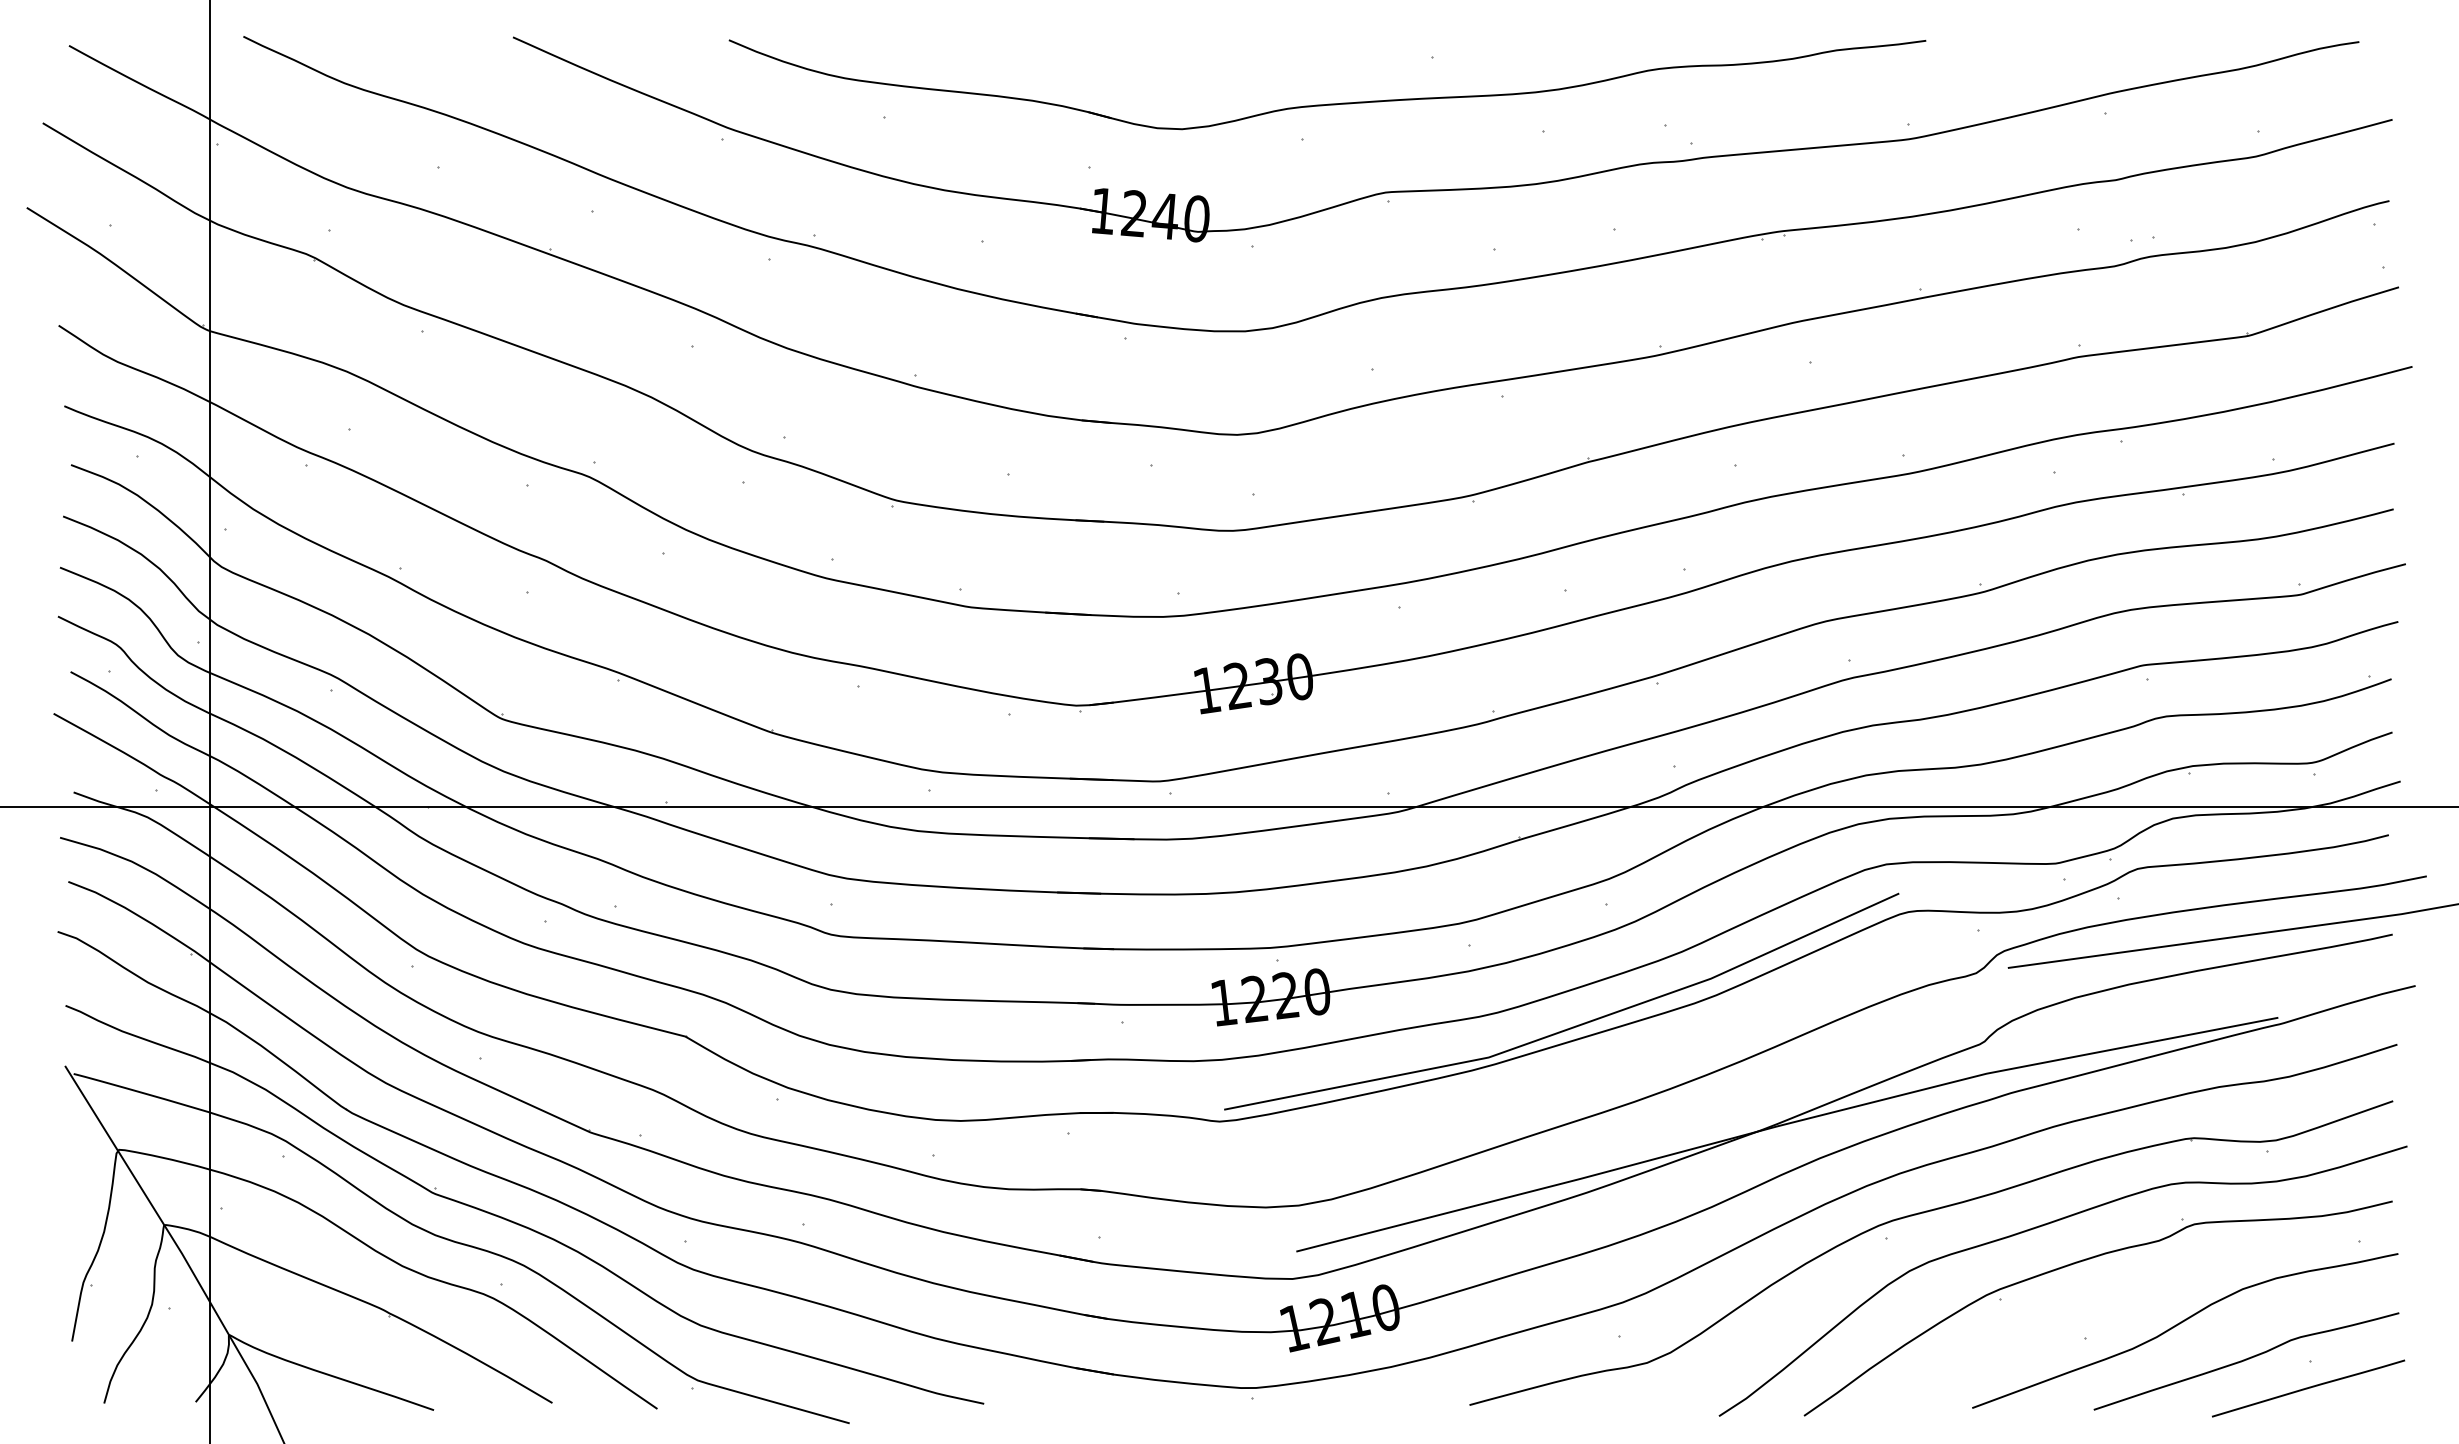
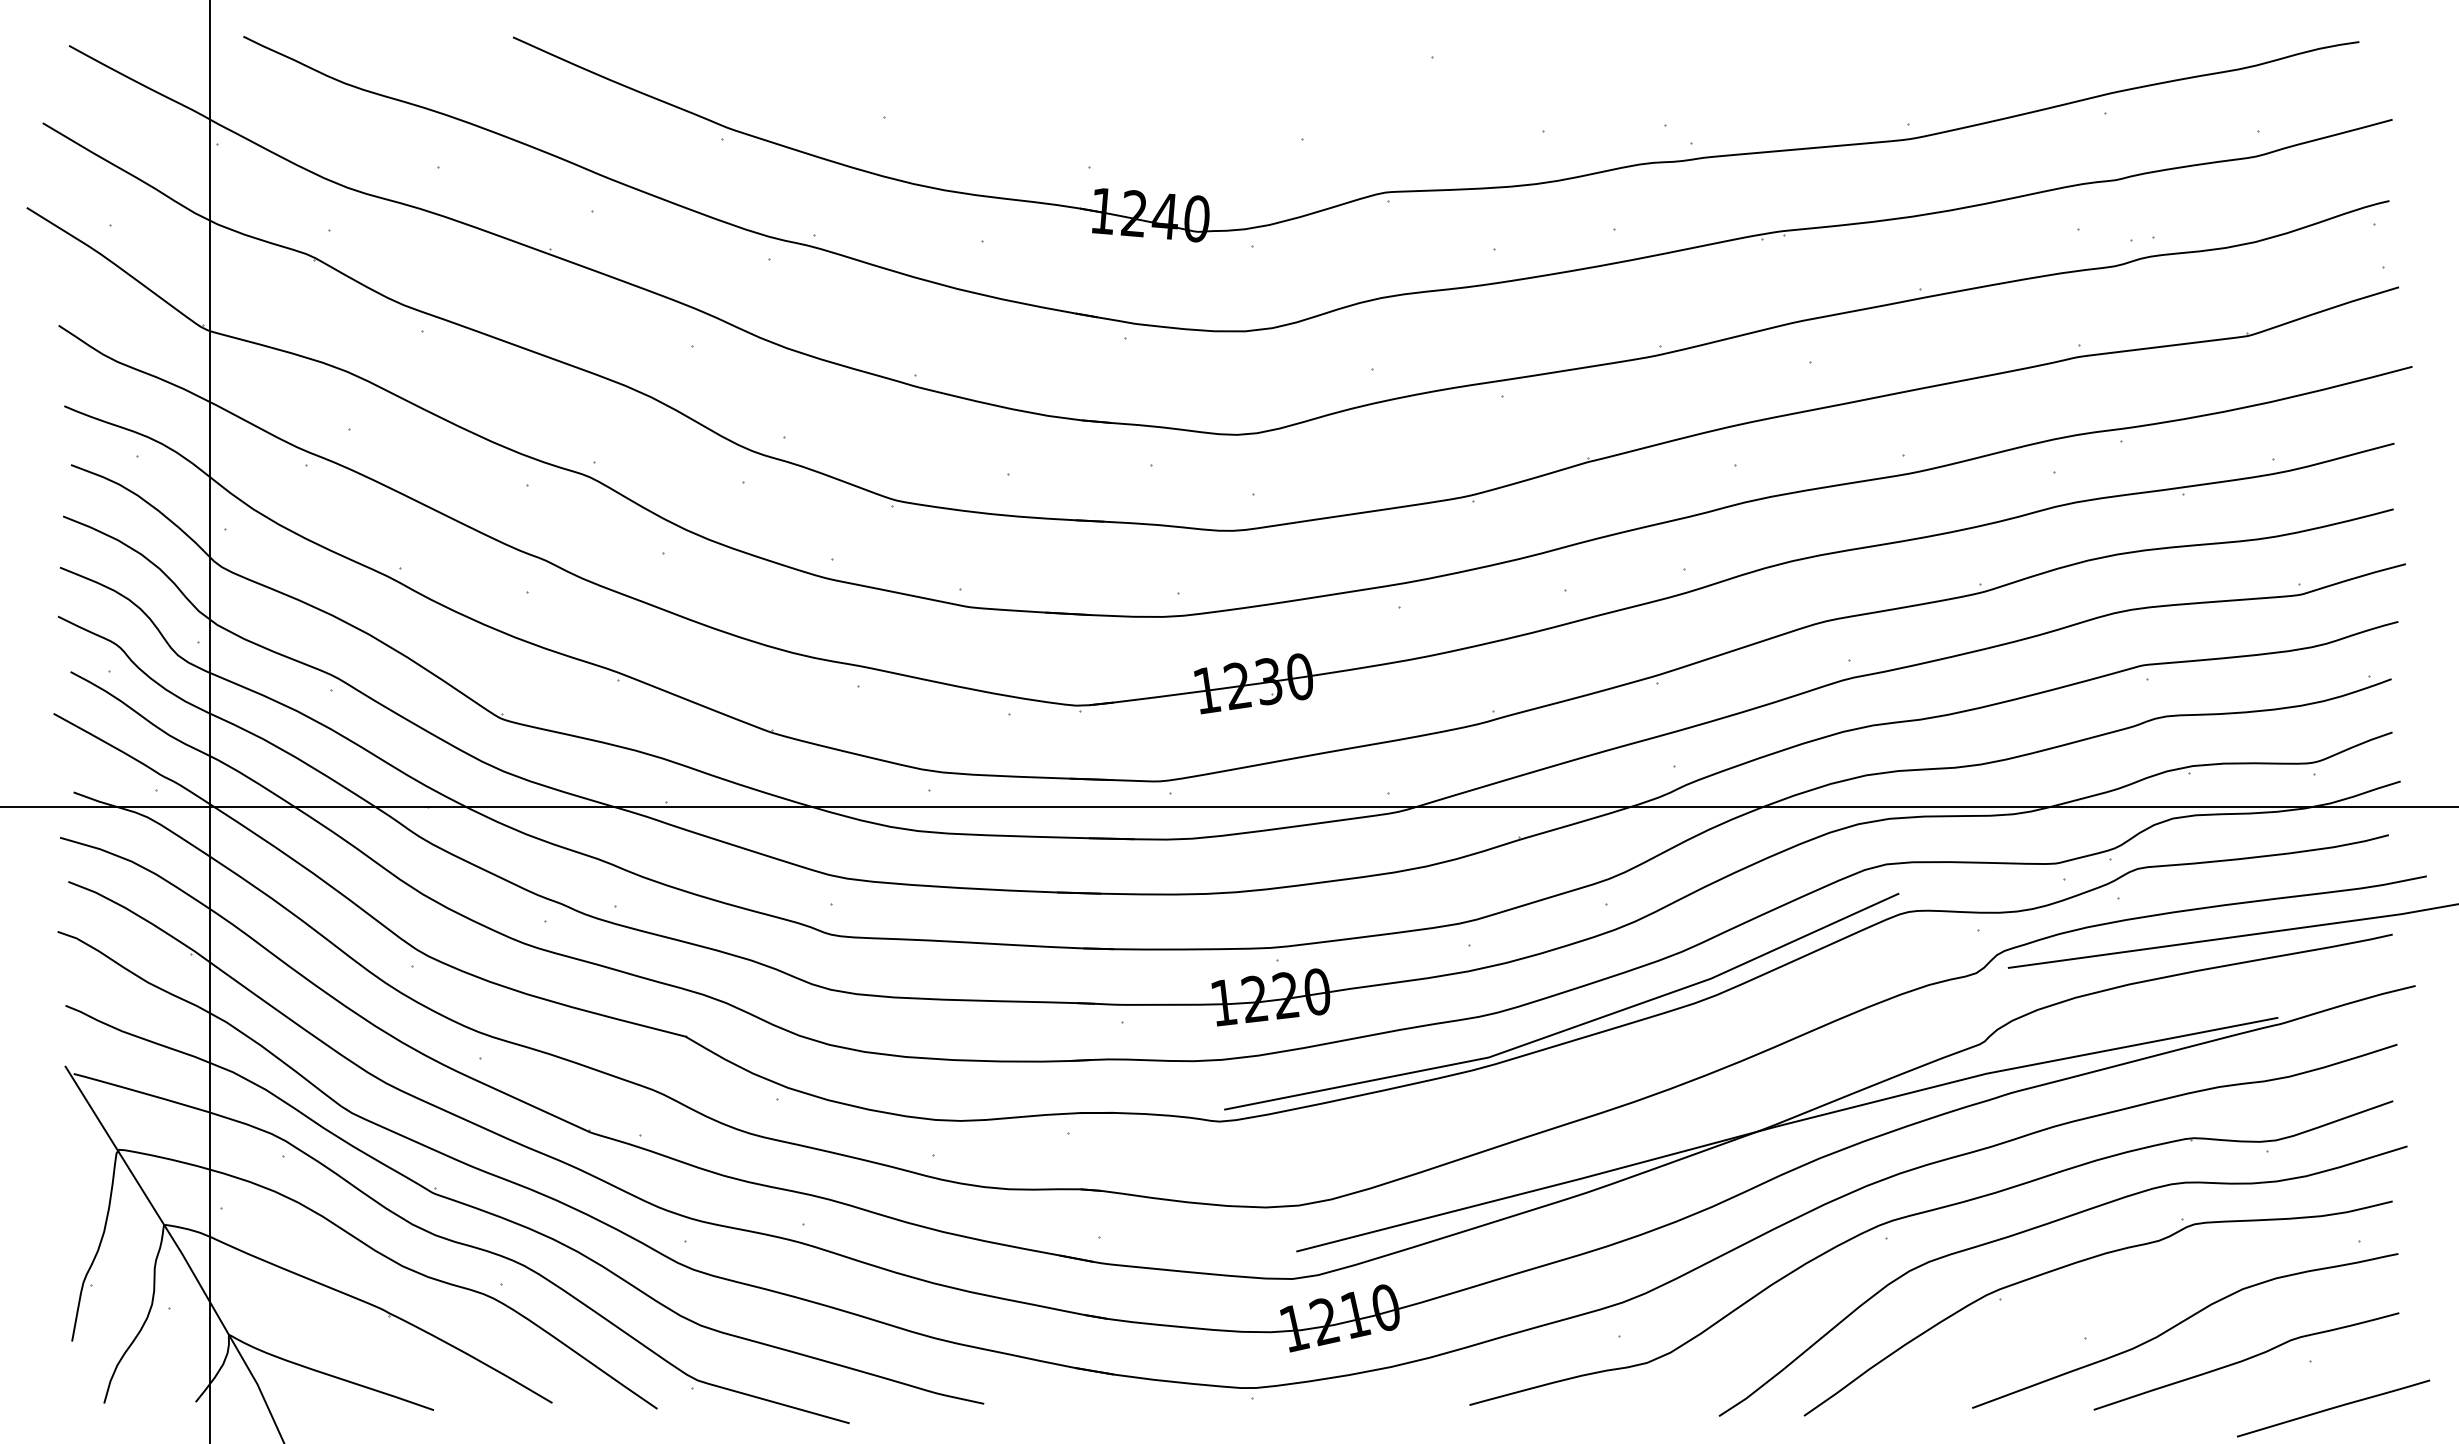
part at (1328, 103): present -> none
line at (2308, 1388) position: (2308, 1388) -> (2333, 1408)
